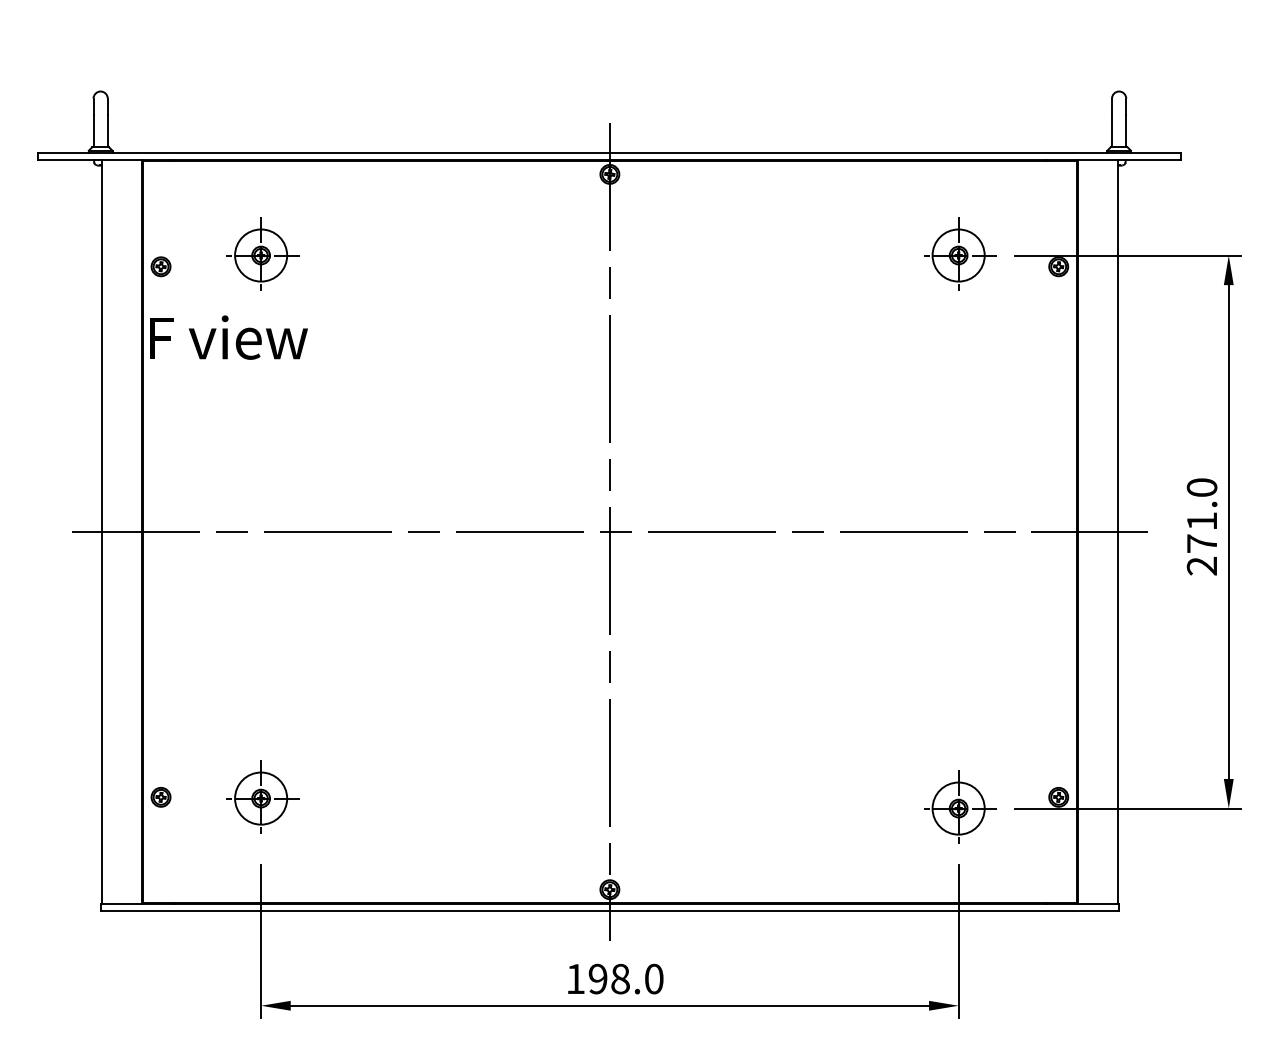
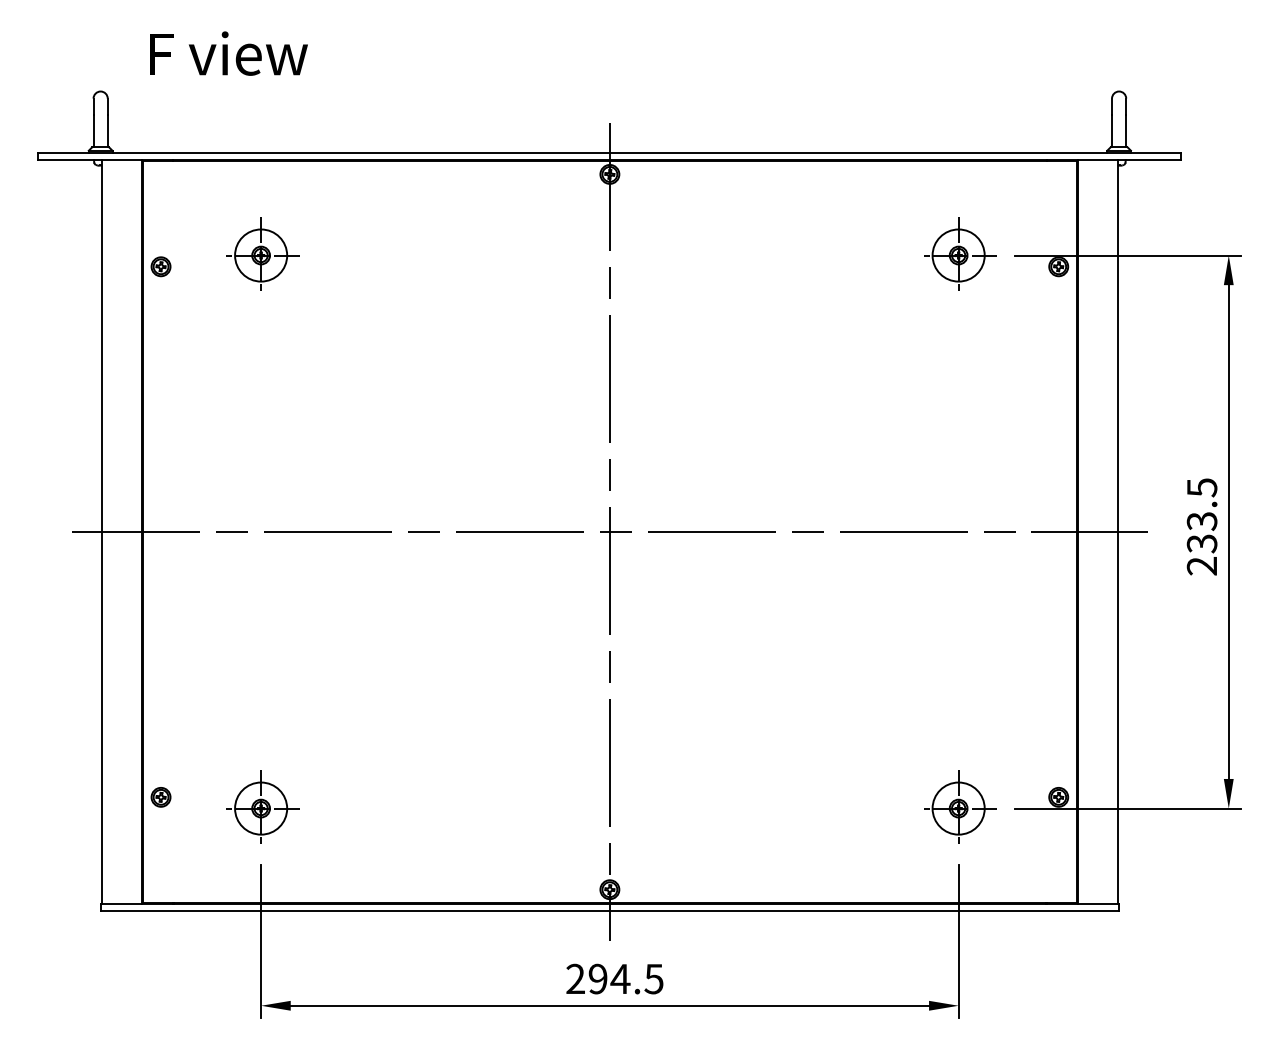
text at (228, 337) position: (228, 337) -> (228, 53)
text at (1201, 515): 271.0 -> 233.5
part at (262, 796) position: (262, 796) -> (262, 806)
text at (614, 978): 198.0 -> 294.5
